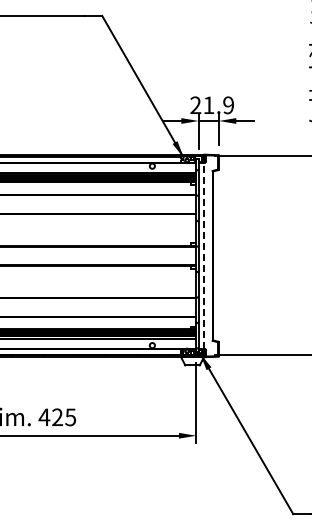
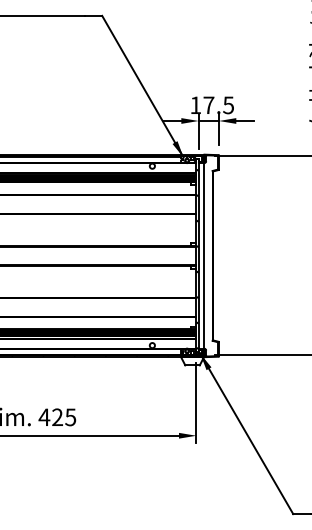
text at (211, 105): 21.9 -> 17.5
line at (204, 255): dashed -> solid
